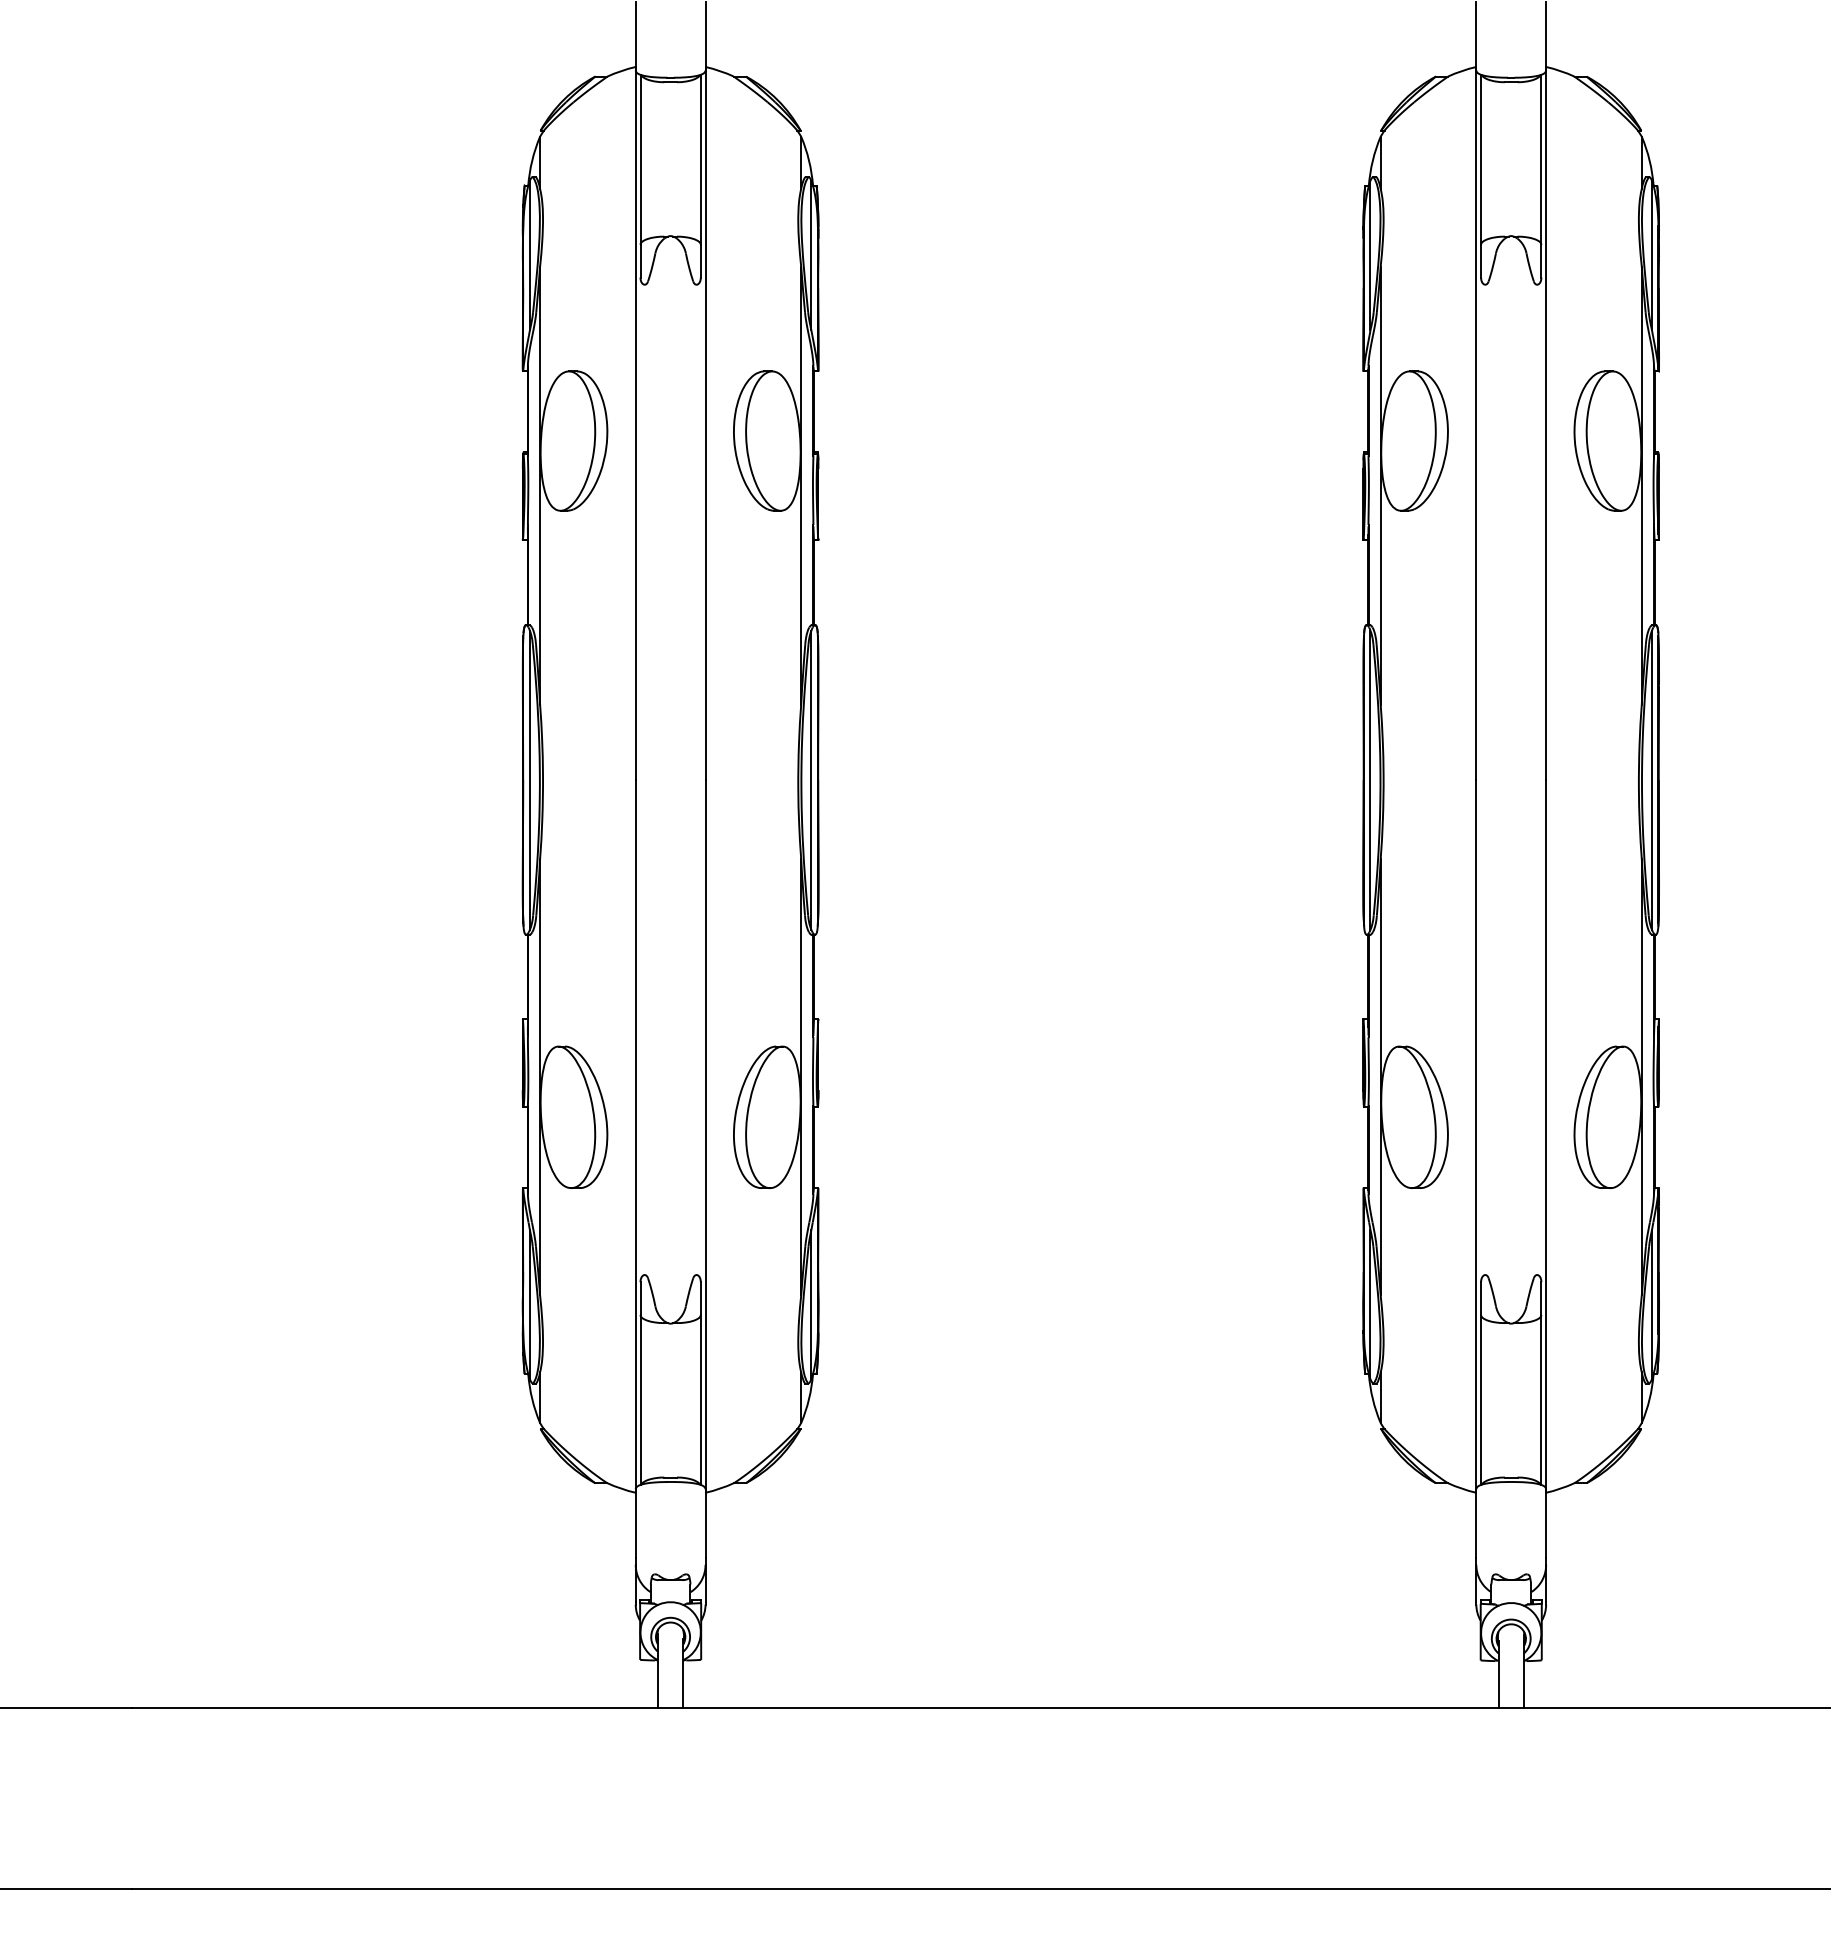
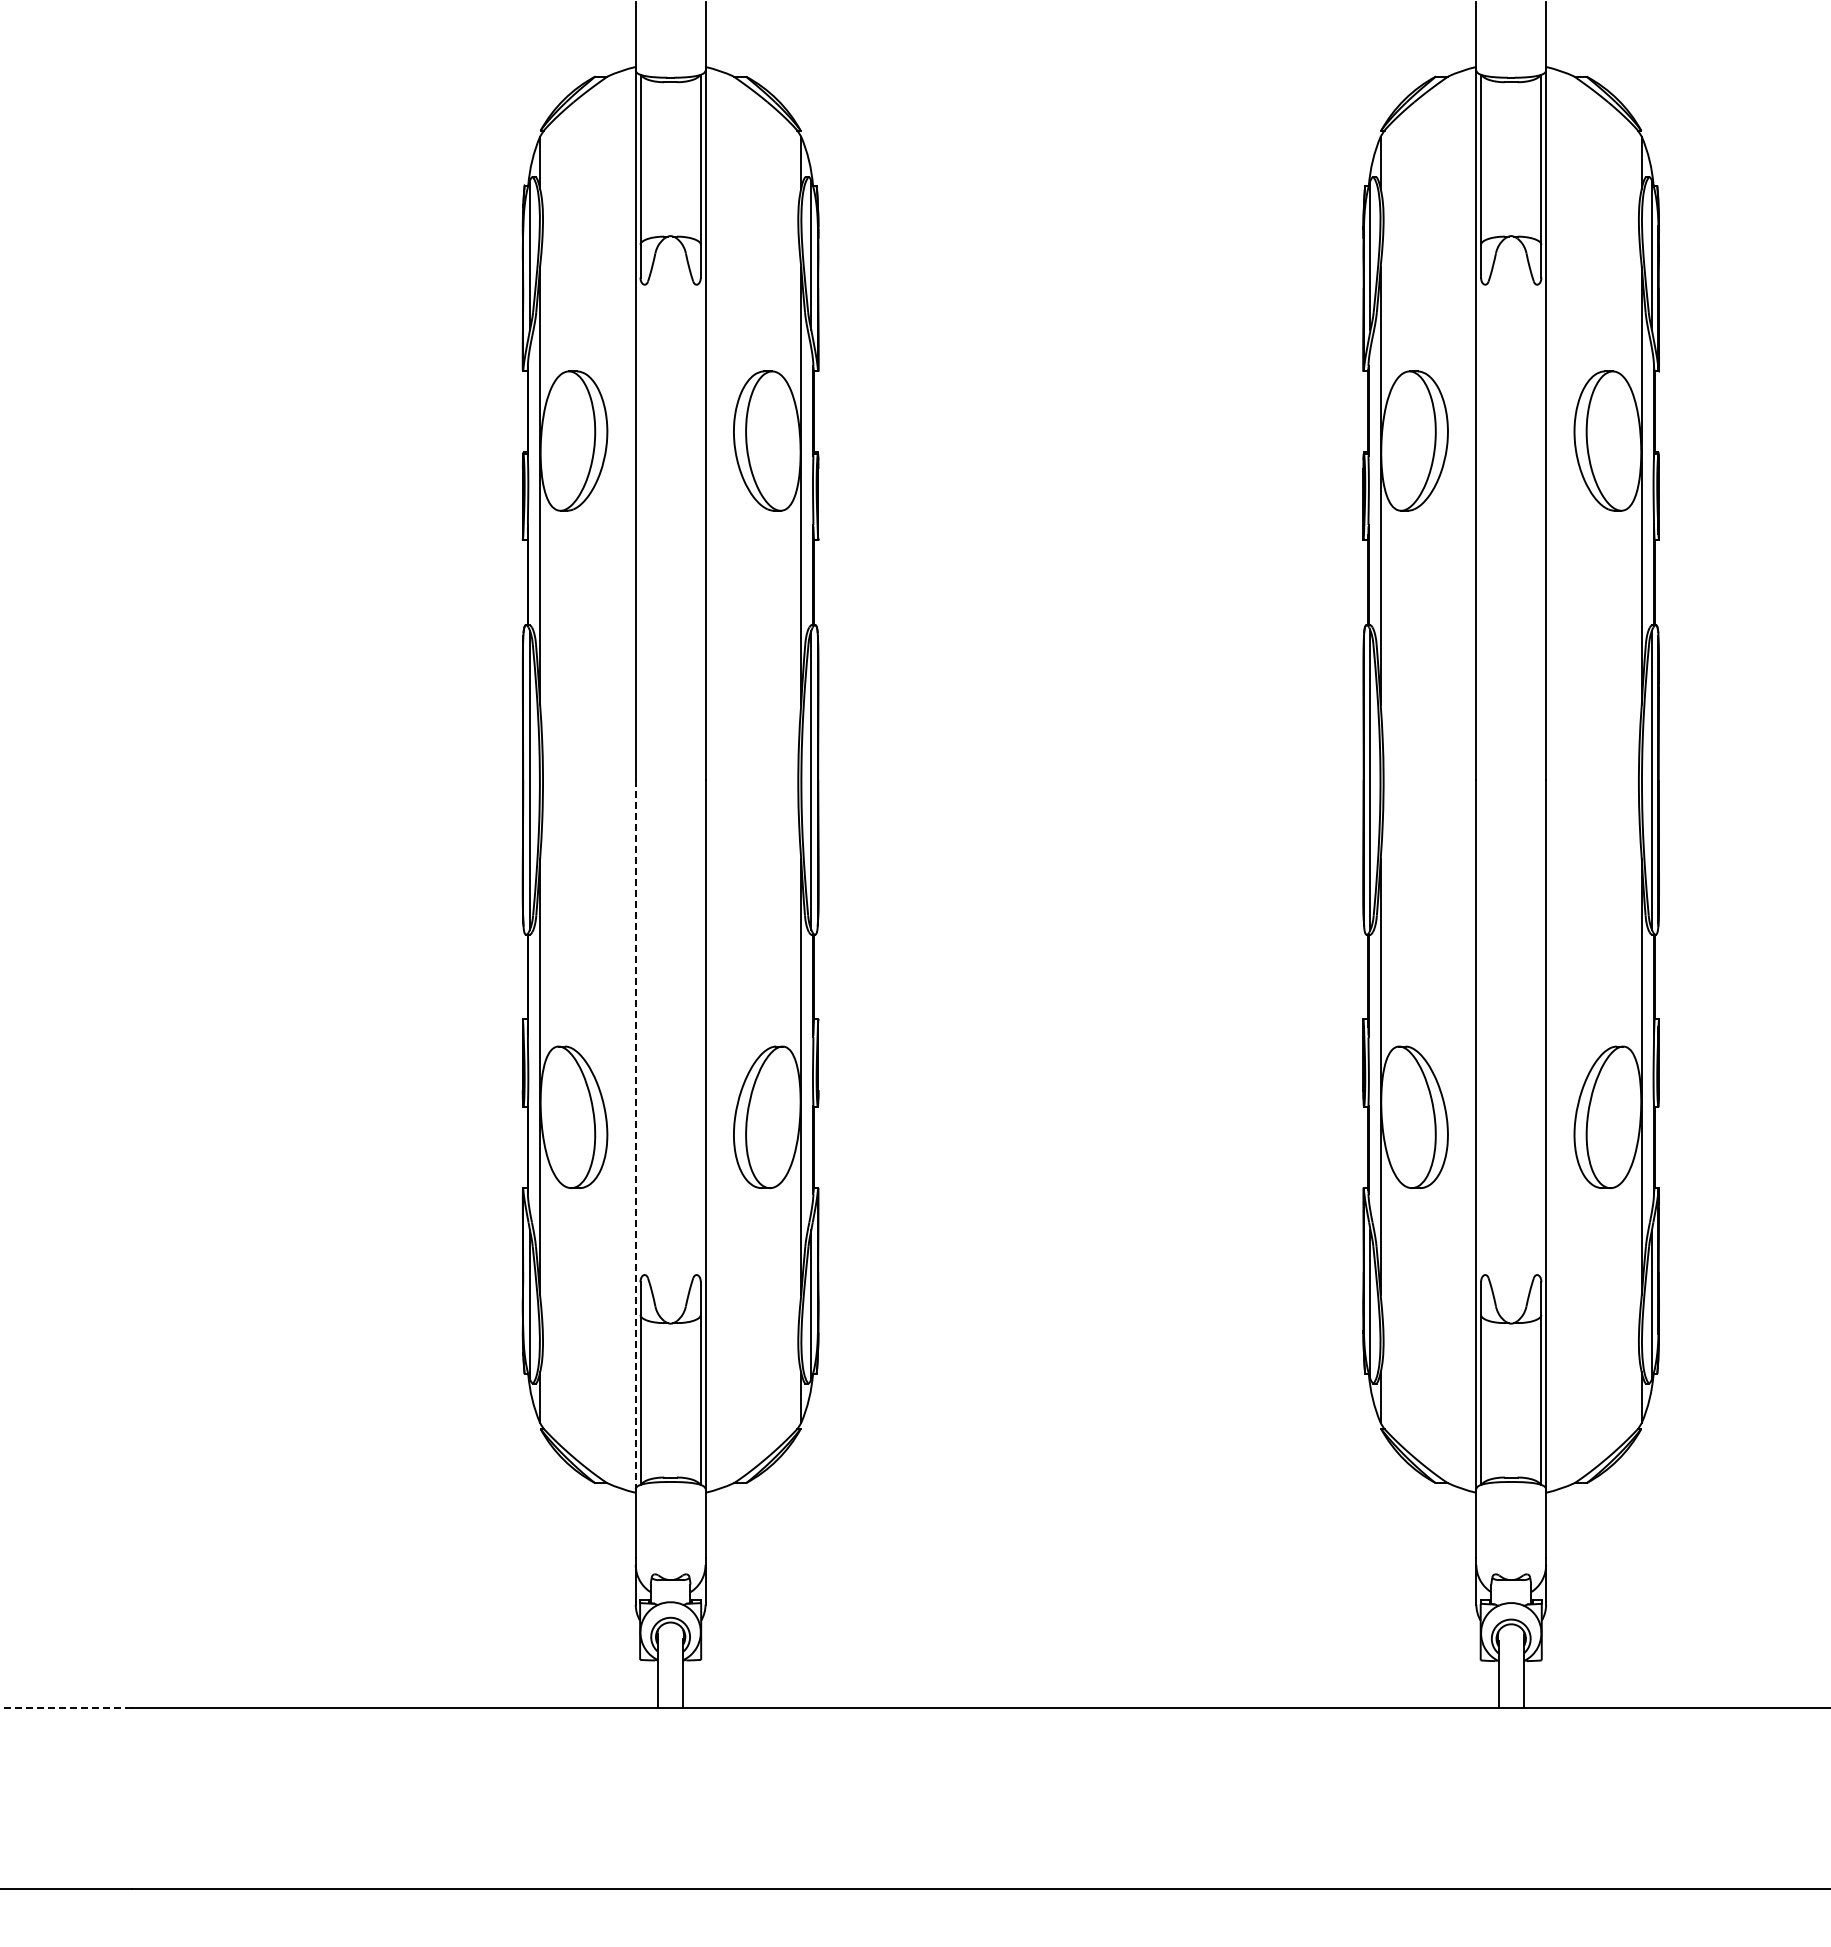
line at (635, 1136): solid -> dashed
line at (66, 1707): solid -> dashed
